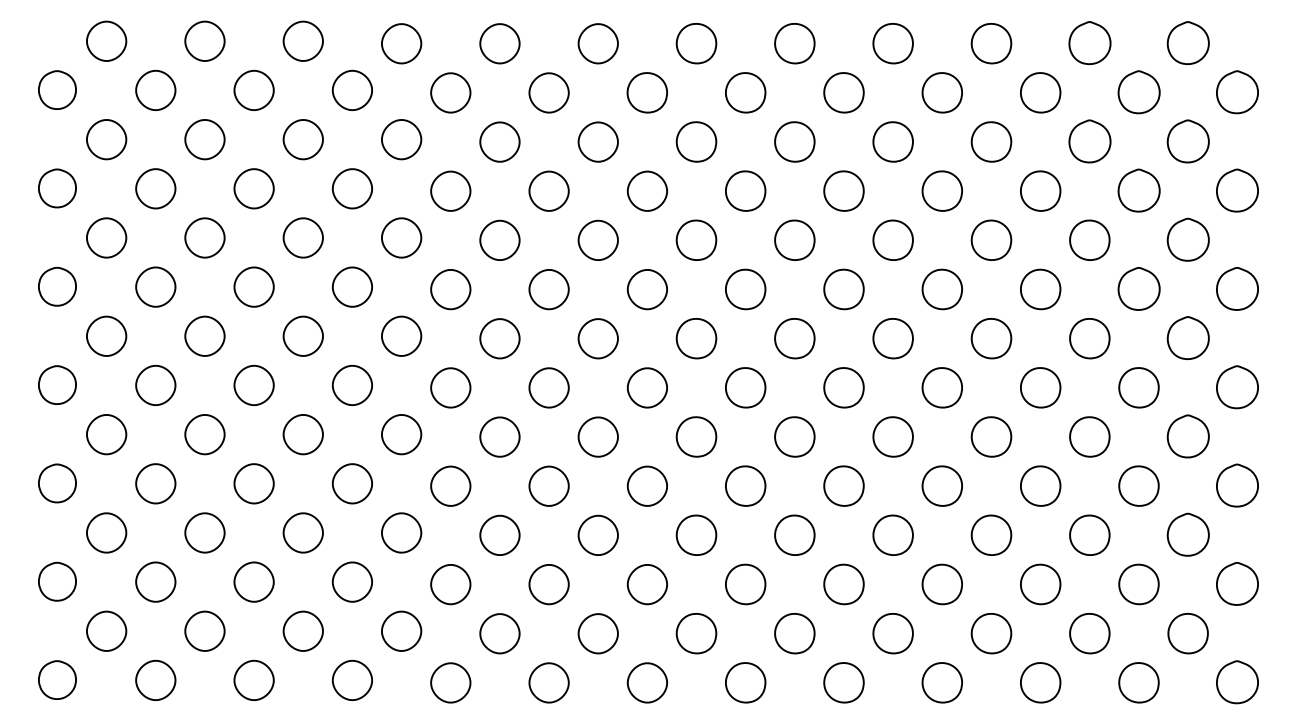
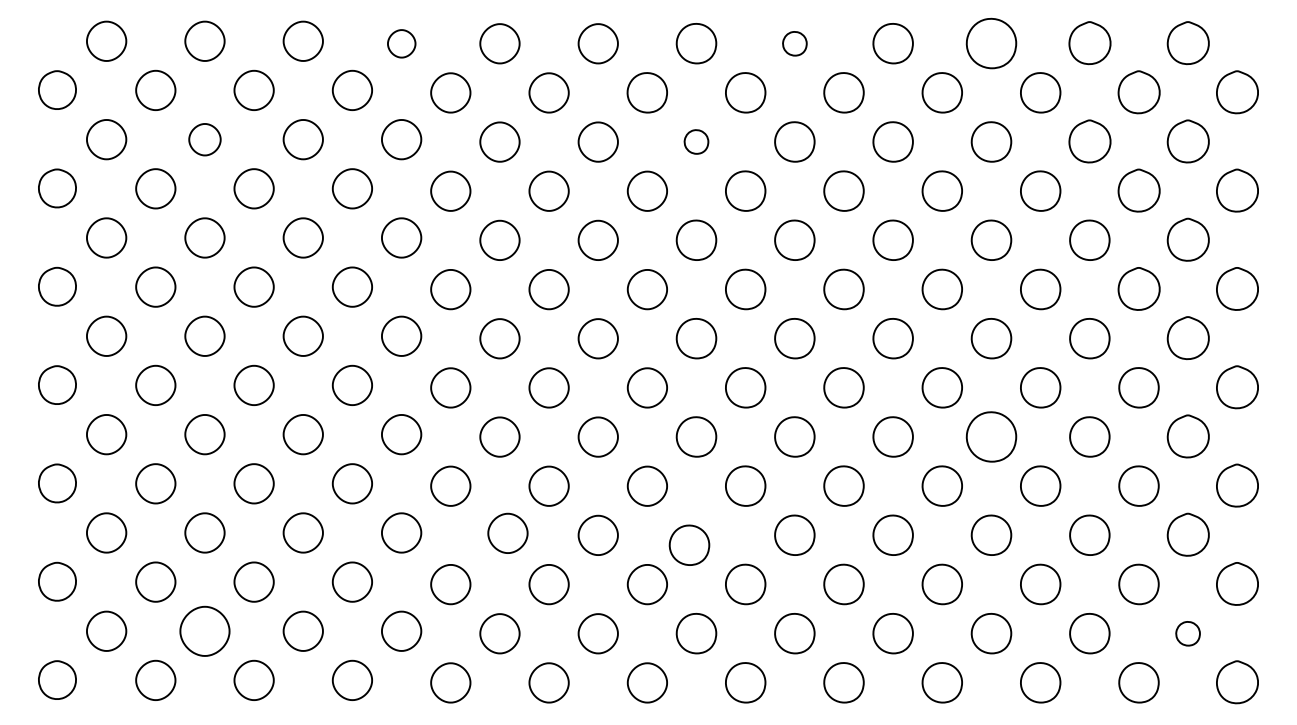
part at (401, 43) size: 42x42 px -> 30x30 px
part at (794, 43) size: 42x42 px -> 26x26 px
part at (991, 43) size: 43x42 px -> 53x53 px
part at (204, 139) size: 42x42 px -> 34x34 px
part at (696, 141) size: 43x42 px -> 27x26 px
part at (991, 436) size: 43x42 px -> 53x52 px
part at (499, 534) position: (499, 534) -> (507, 532)
part at (696, 534) position: (696, 534) -> (689, 544)
part at (204, 630) size: 42x42 px -> 52x52 px
part at (1187, 633) size: 42x42 px -> 26x26 px
